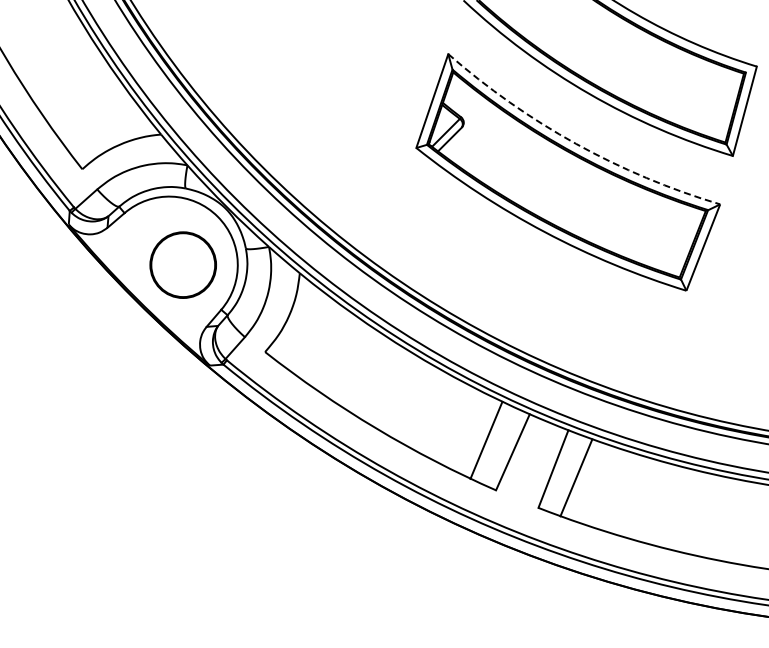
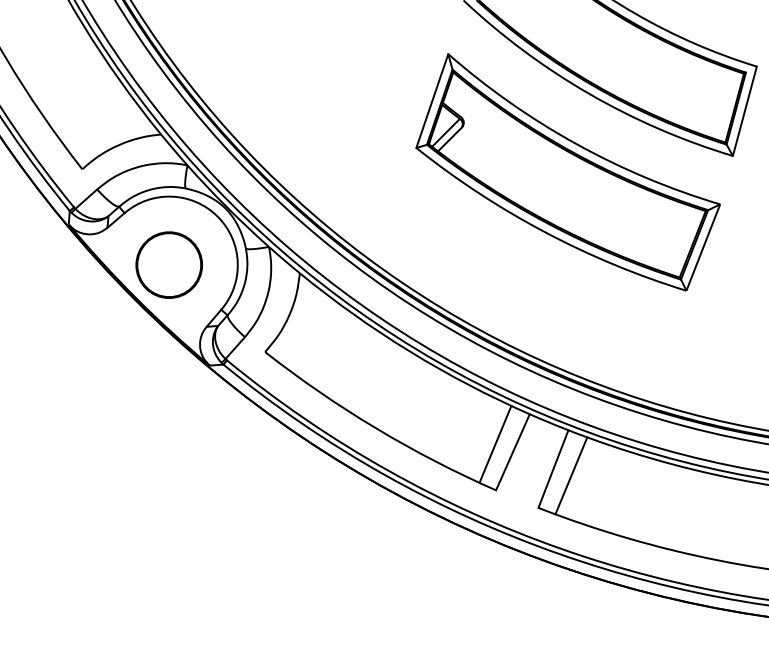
arc at (576, 143): dashed -> solid
circle at (182, 264) position: (182, 264) -> (168, 264)
line at (486, 439) position: (486, 439) -> (495, 443)
line at (576, 477) position: (576, 477) -> (571, 475)
